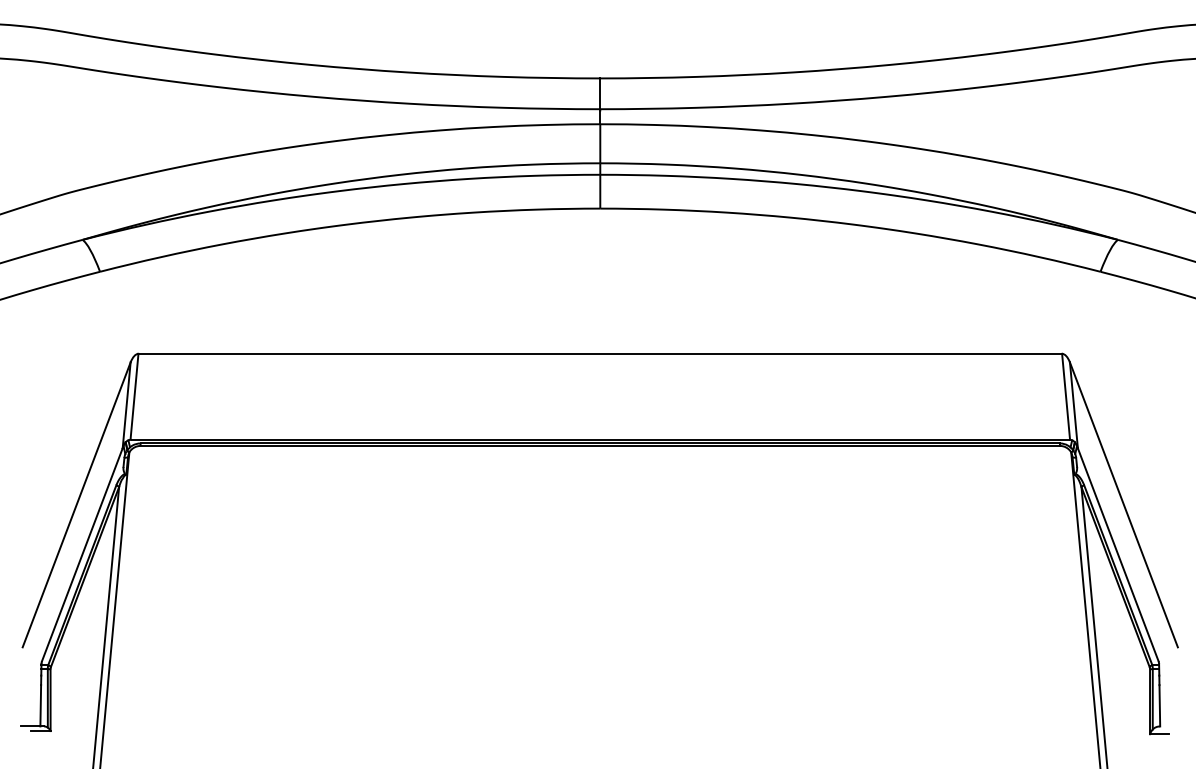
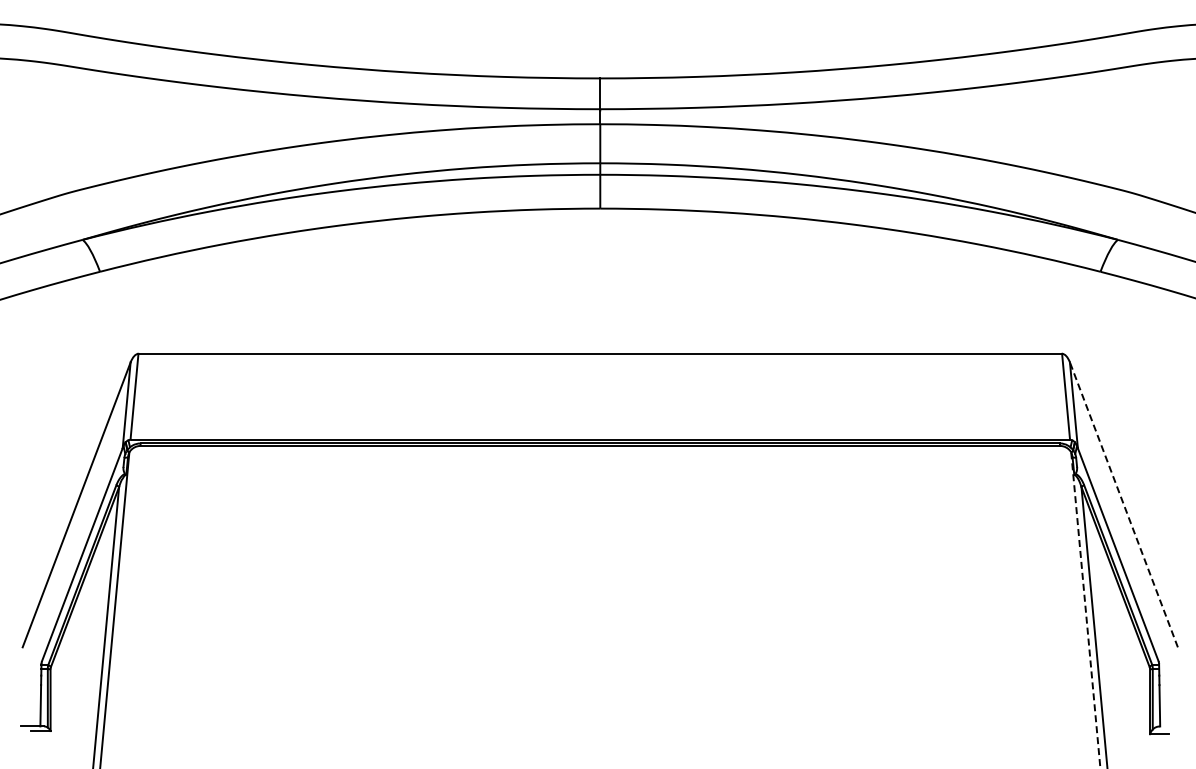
line at (1123, 504): solid -> dashed
line at (1085, 610): solid -> dashed
